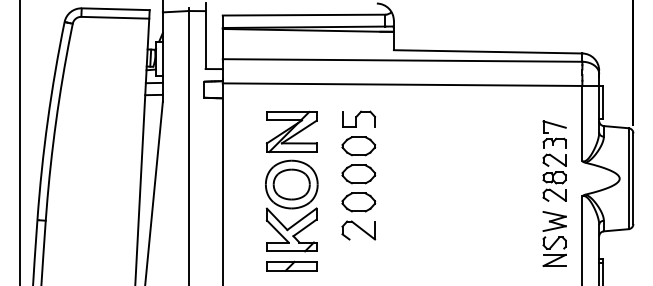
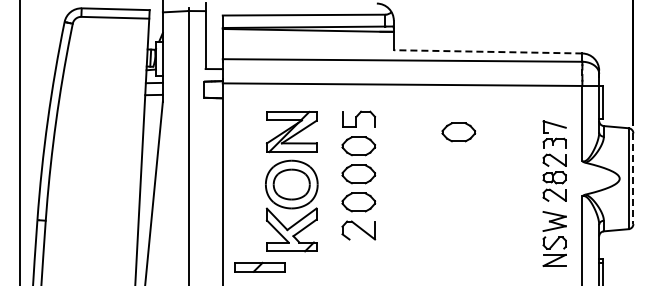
line at (487, 51): solid -> dashed
part at (458, 132): none -> present
line at (633, 179): solid -> dashed
part at (291, 265) position: (291, 265) -> (259, 266)
